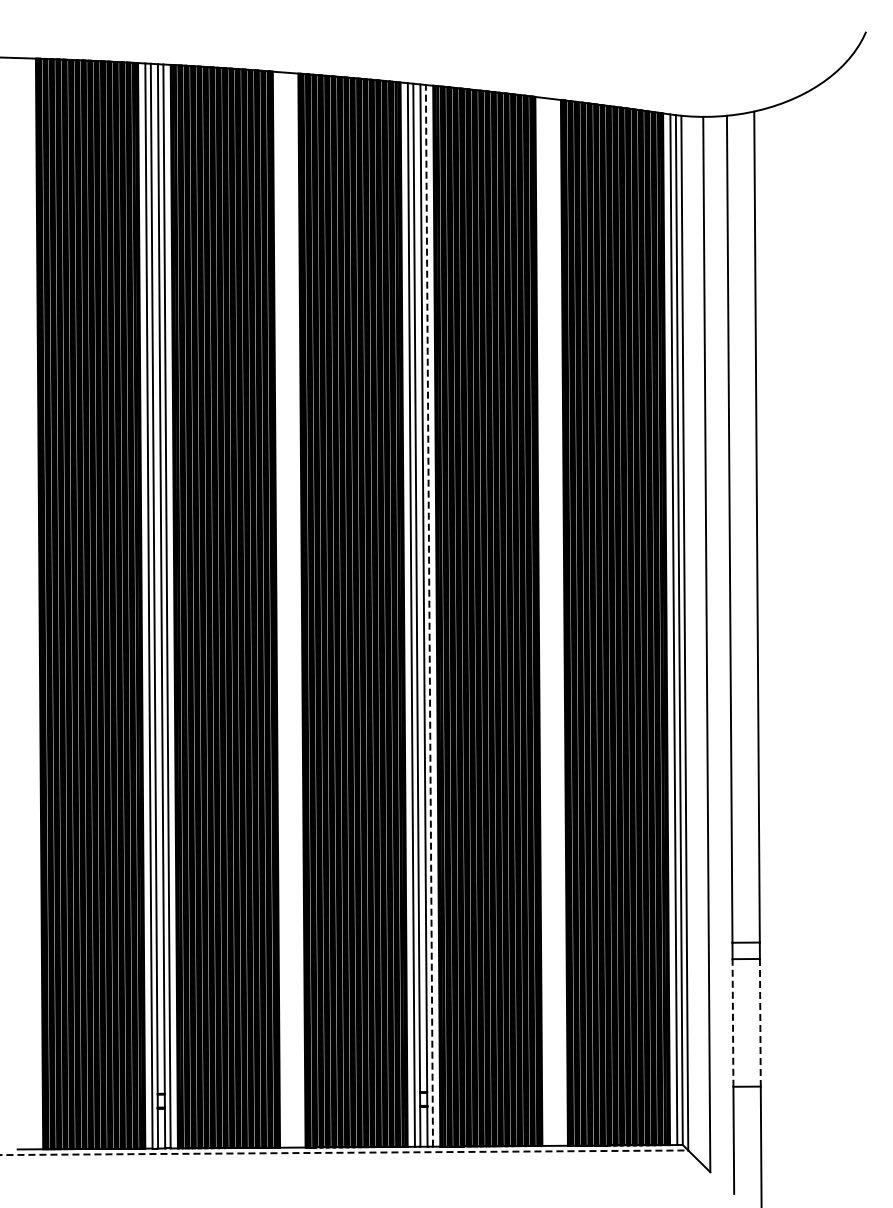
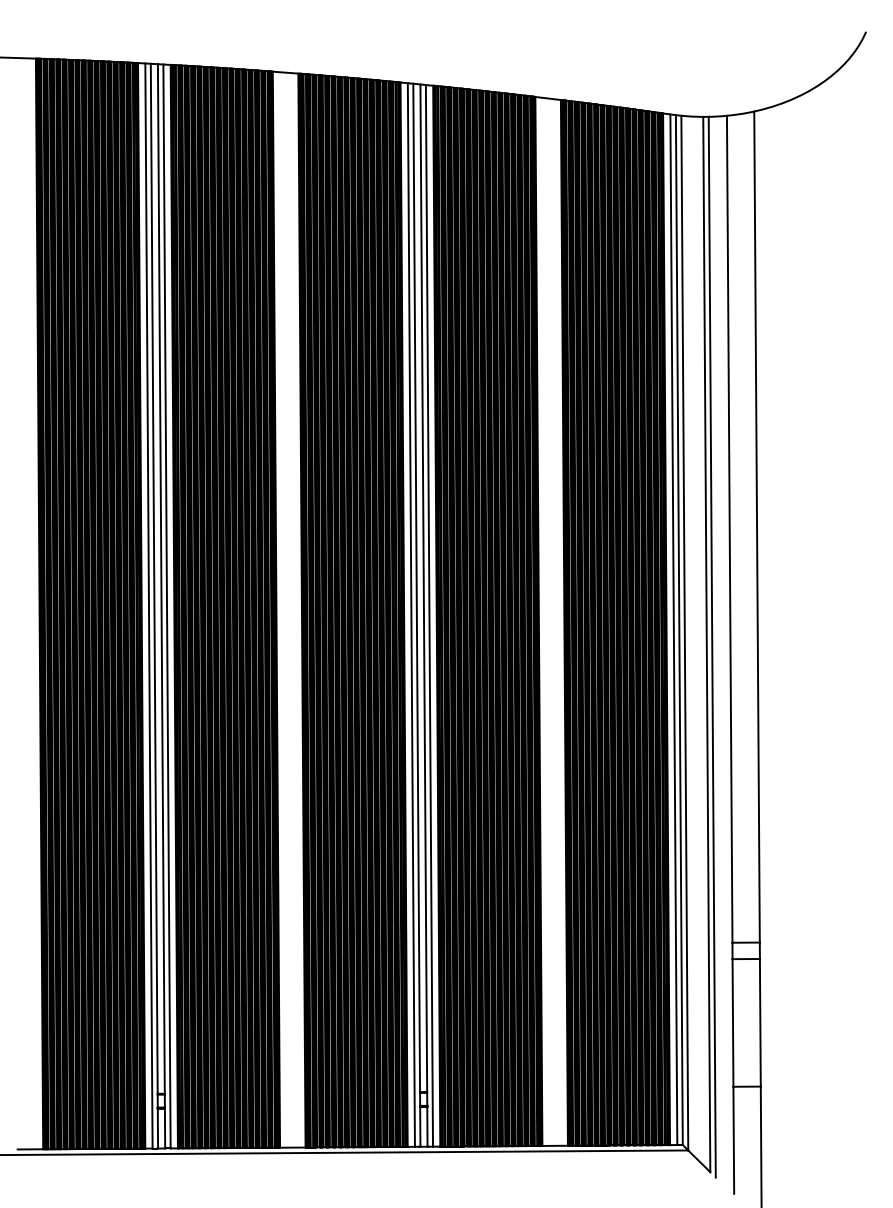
line at (429, 615): dashed -> solid
line at (711, 646): none -> present
line at (733, 1022): dashed -> solid
line at (760, 1022): dashed -> solid
line at (344, 1152): dashed -> solid
